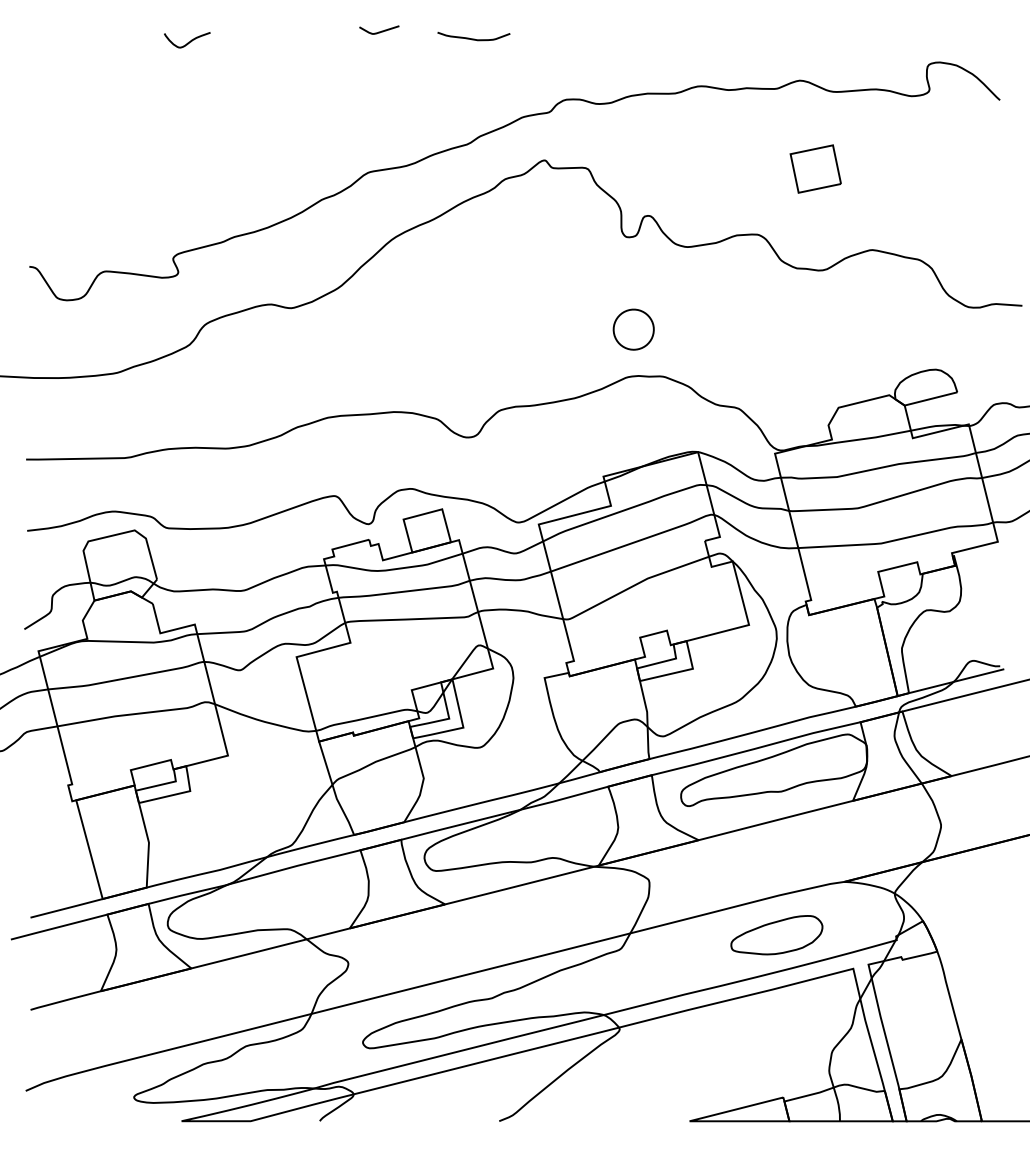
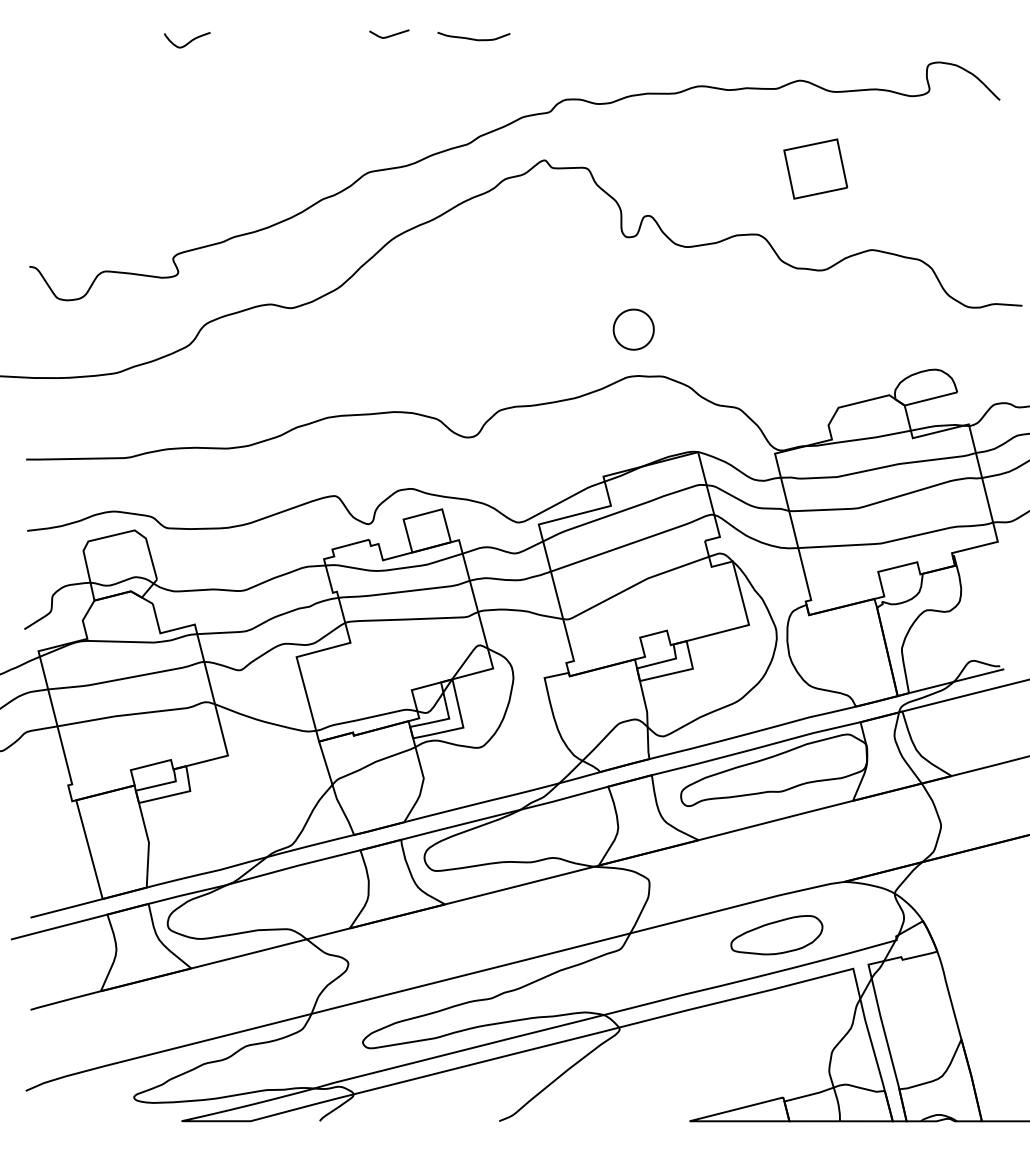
curve at (379, 31) position: (379, 31) -> (389, 35)
part at (815, 168) size: 53x50 px -> 66x62 px
